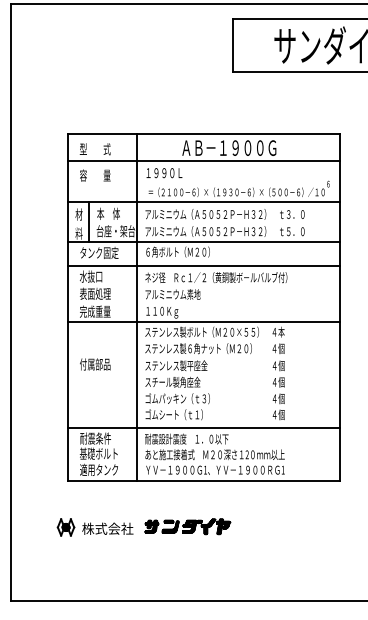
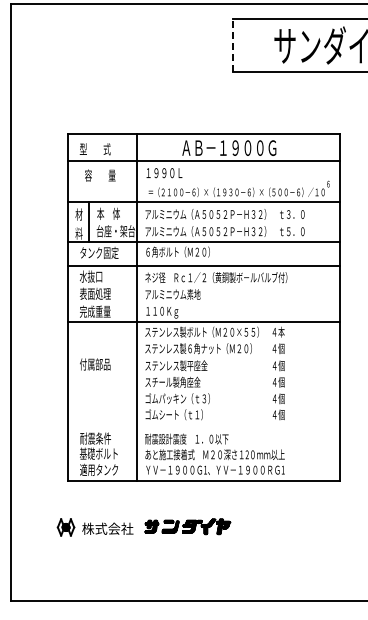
line at (233, 45): solid -> dashed
text at (95, 175) position: (95, 175) -> (100, 175)
line at (203, 427): present -> none
